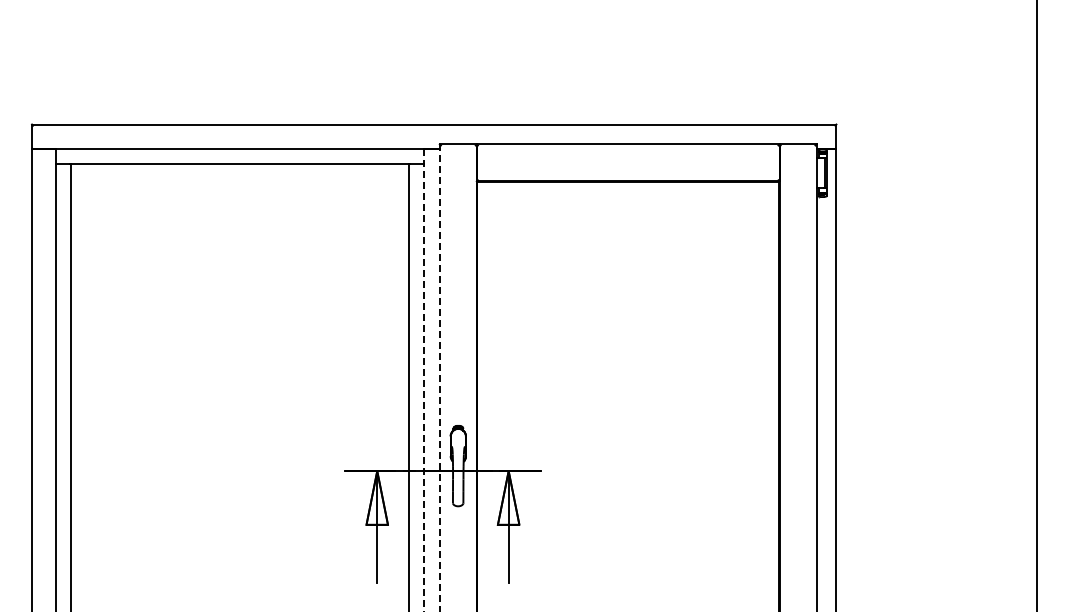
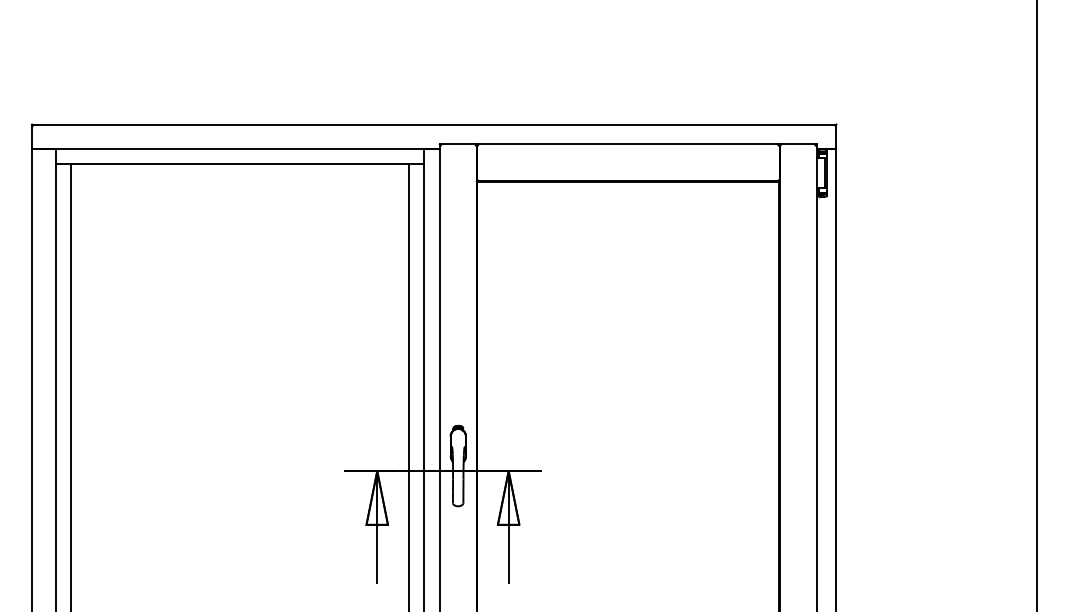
line at (439, 378): dashed -> solid
line at (424, 380): dashed -> solid
